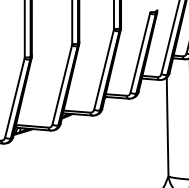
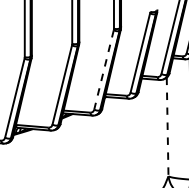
line at (104, 69): solid -> dashed
line at (167, 126): solid -> dashed
